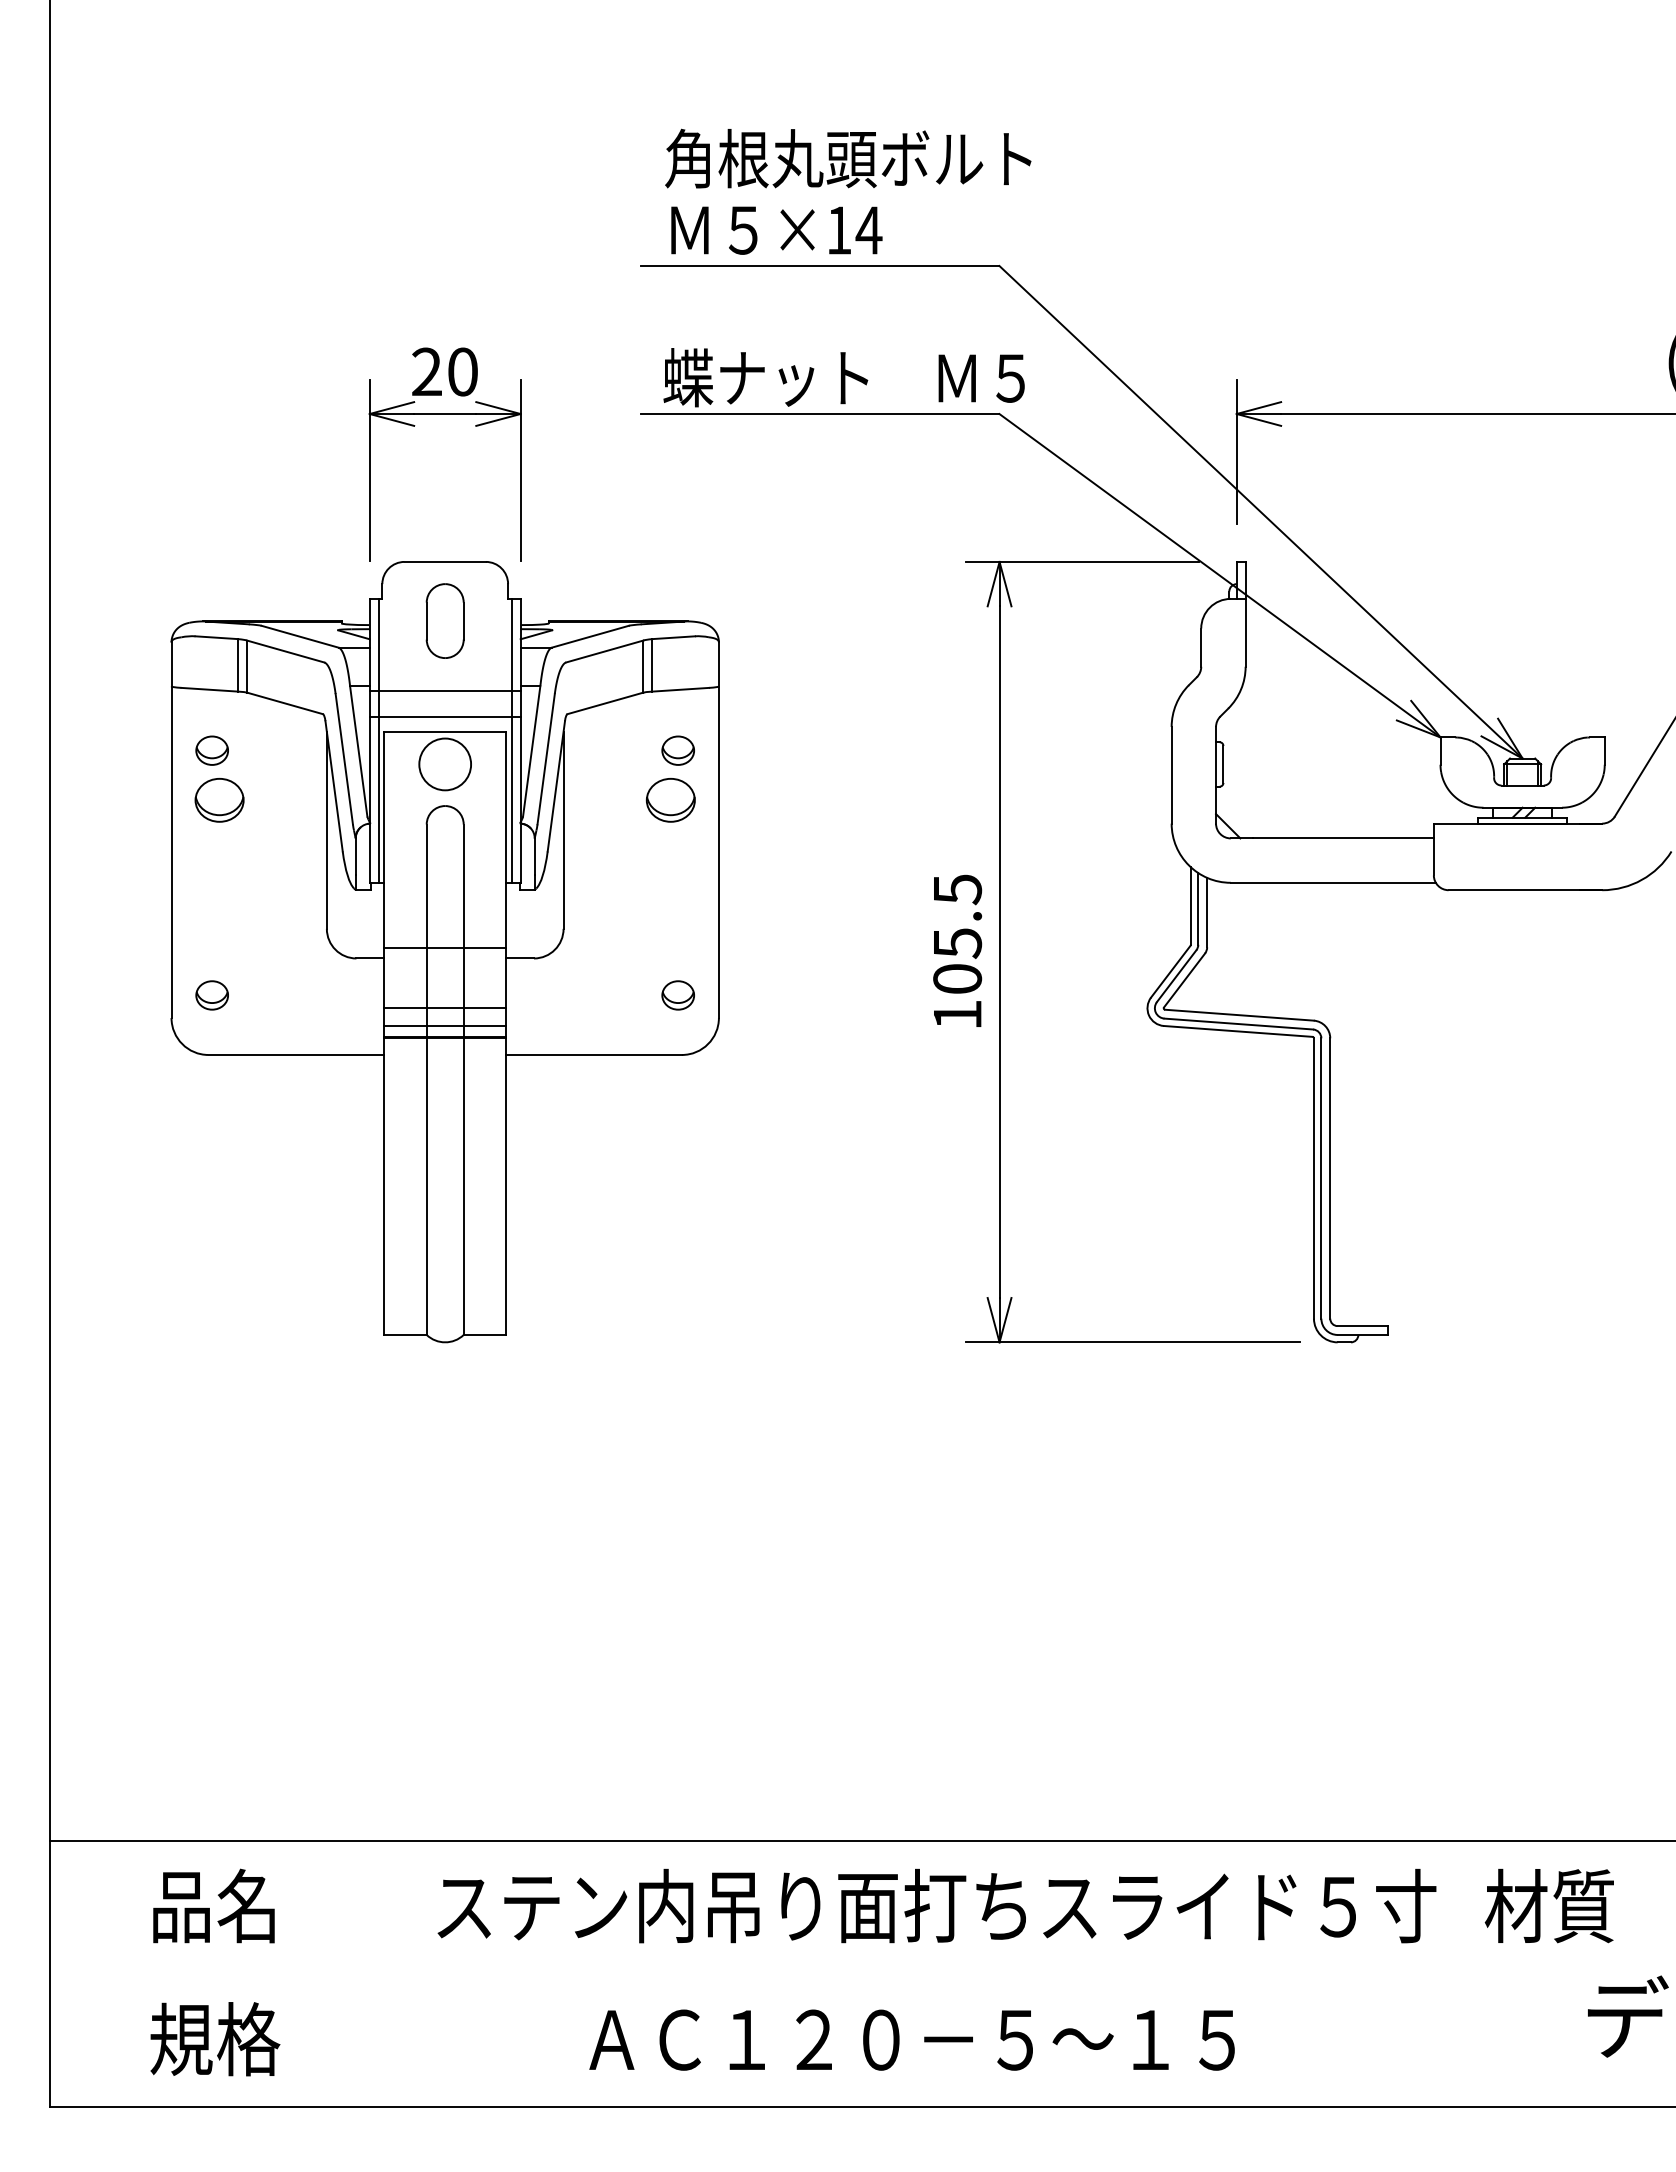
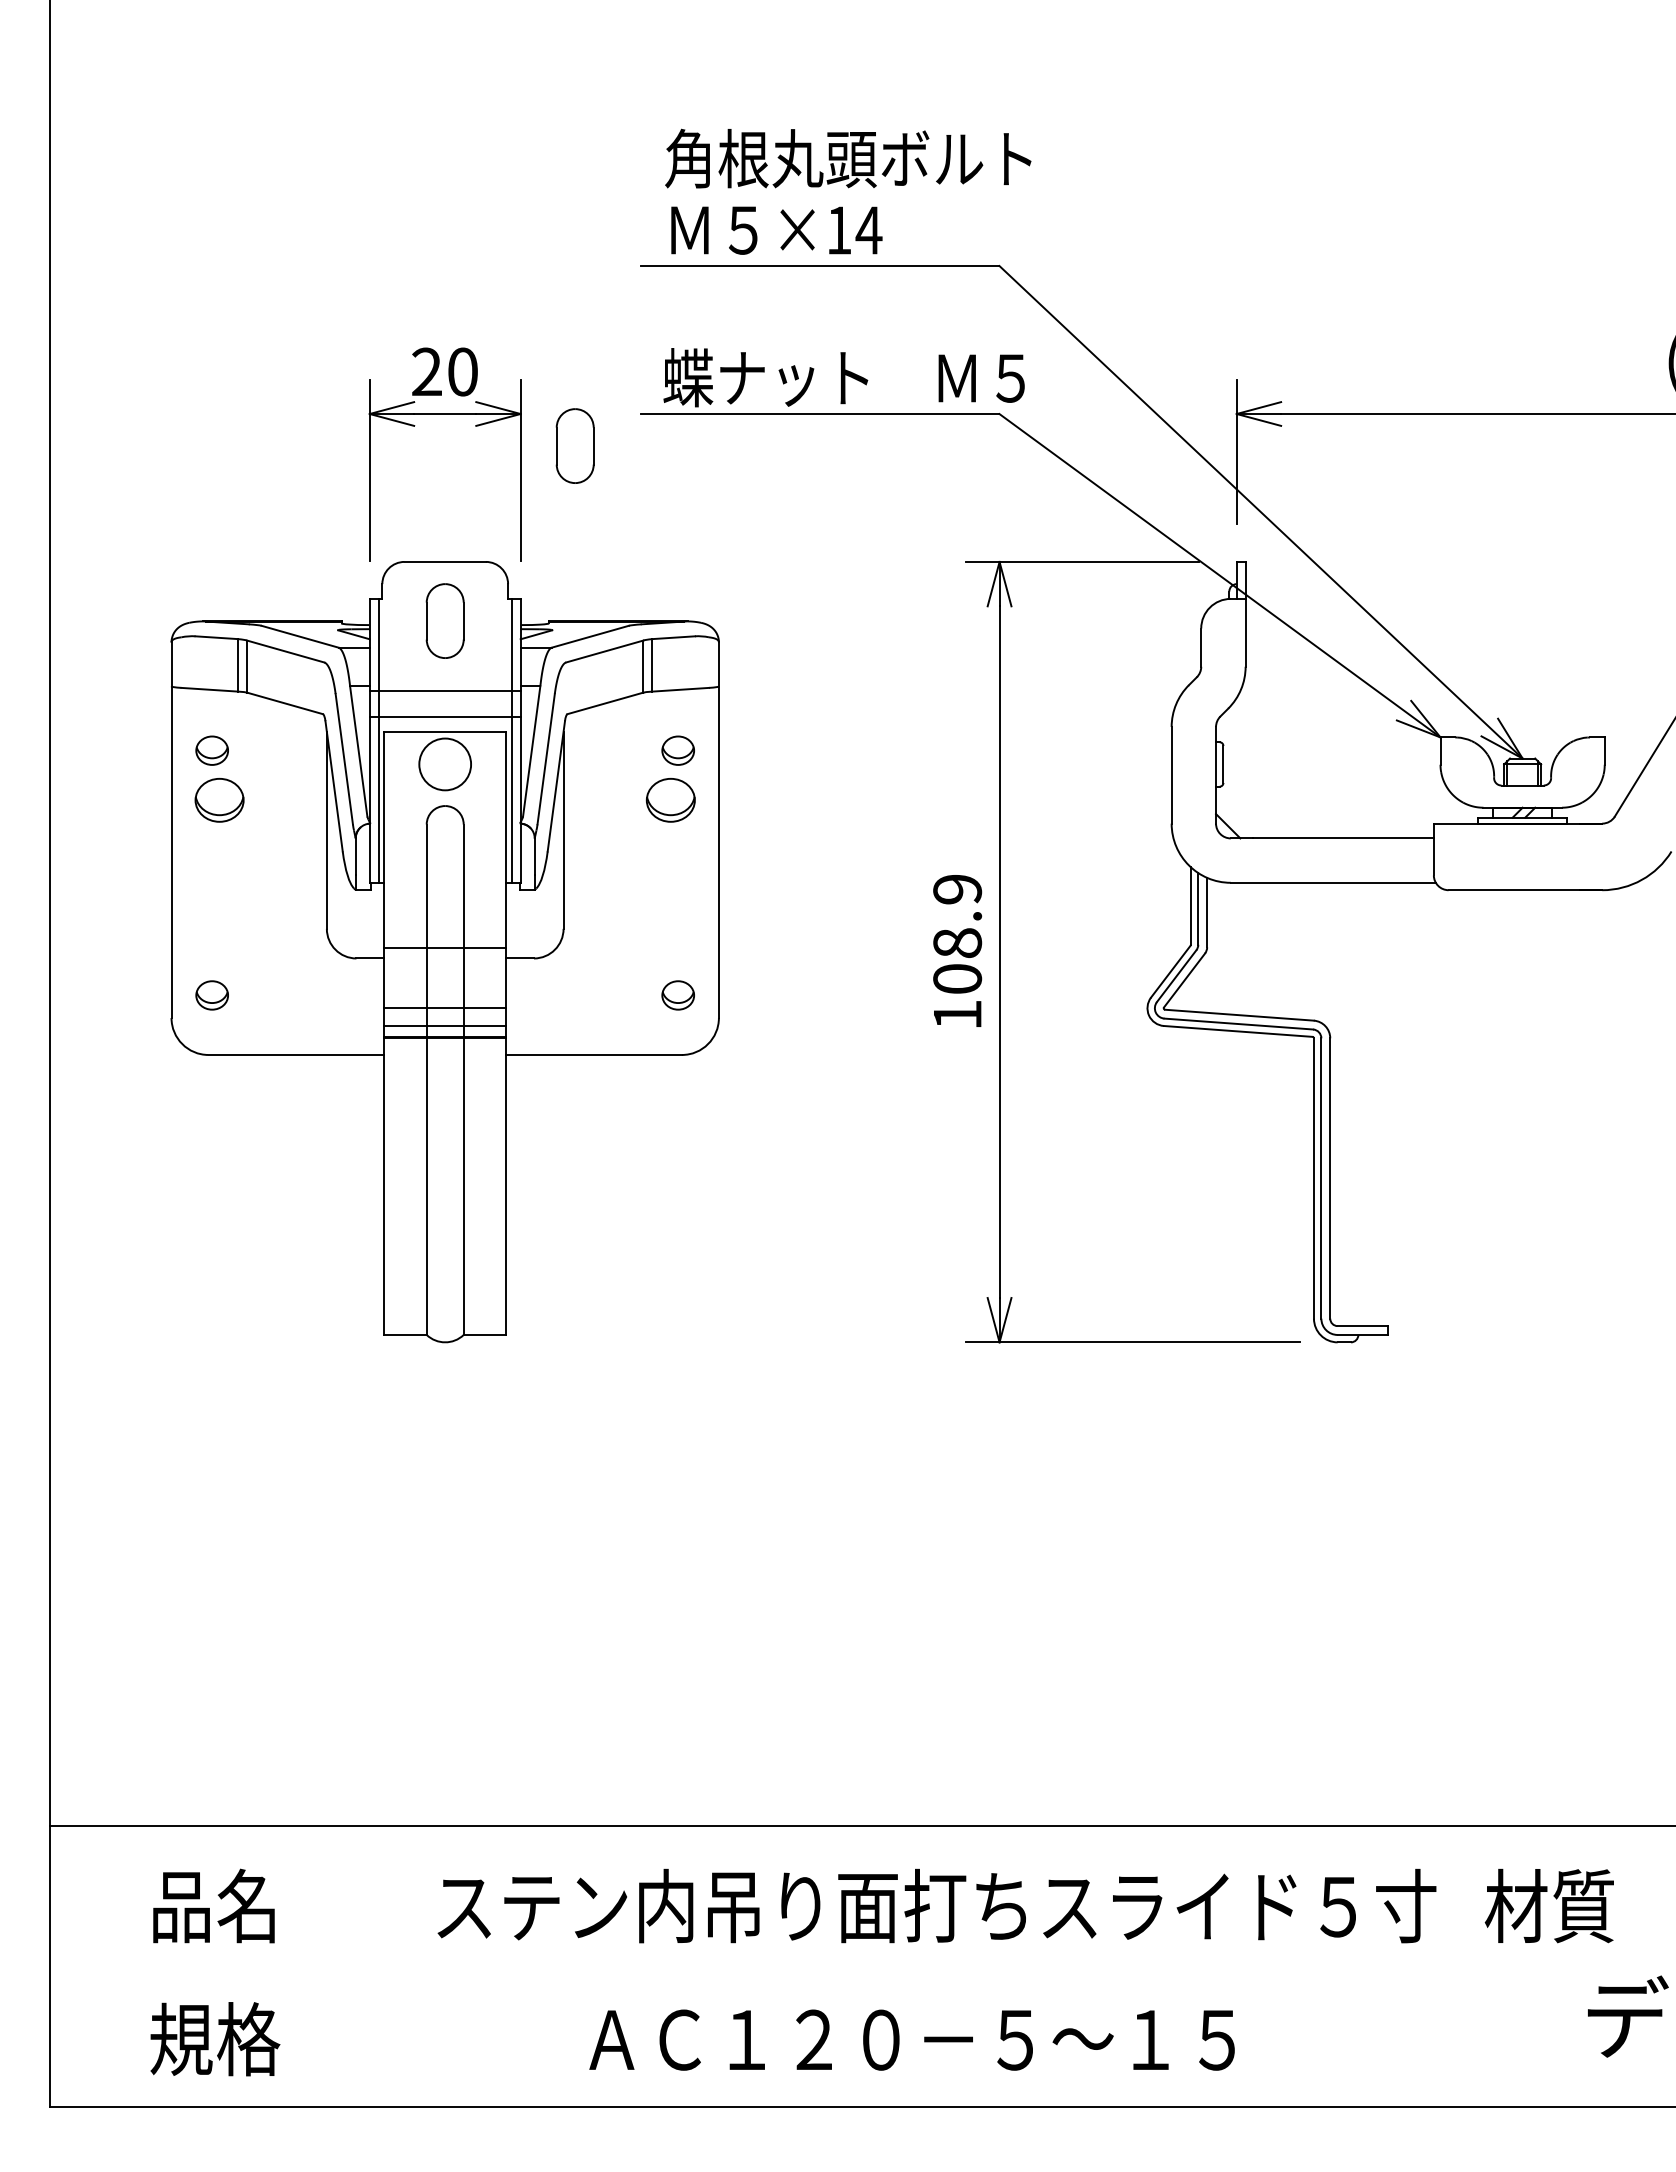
part at (574, 445): none -> present
text at (957, 916): 105.5 -> 108.9
line at (861, 1840) position: (861, 1840) -> (861, 1825)
